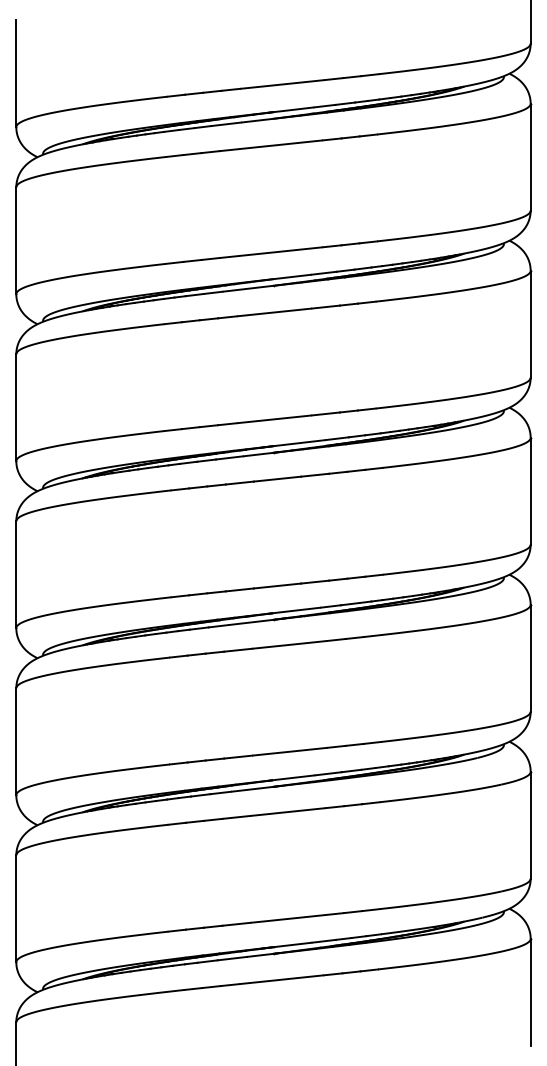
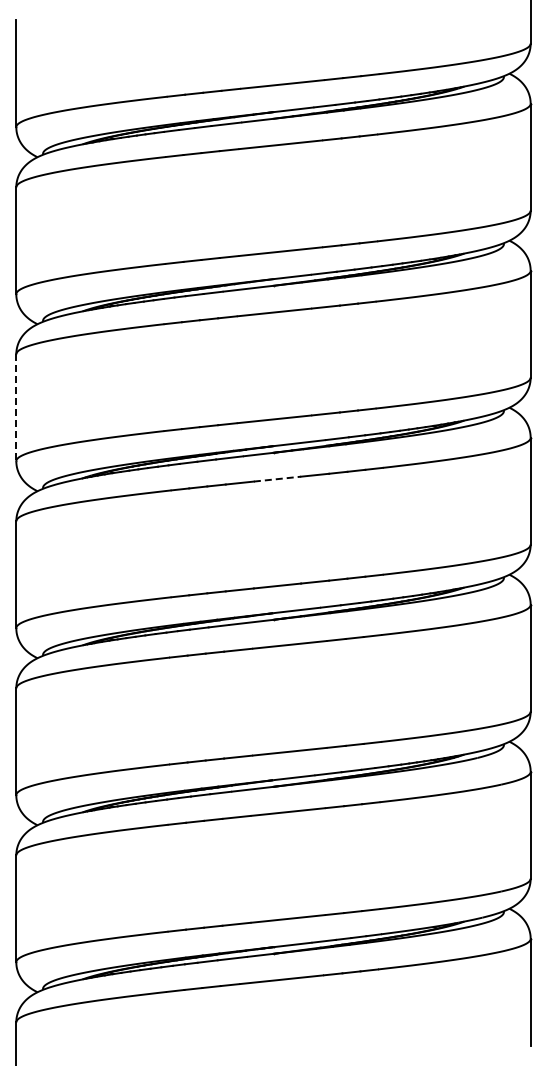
line at (16, 408): solid -> dashed
line at (277, 479): solid -> dashed
